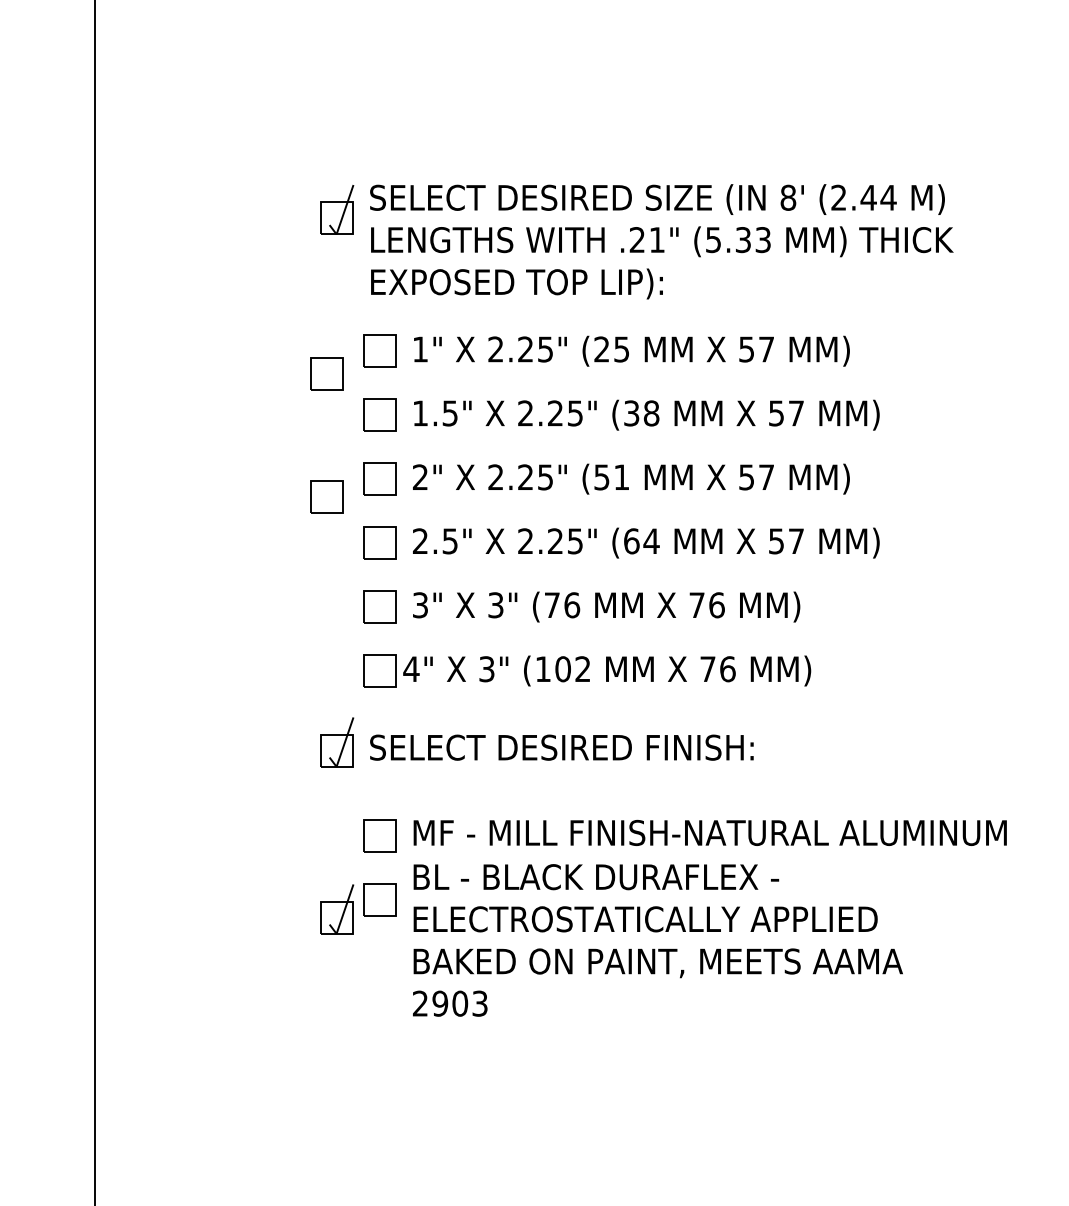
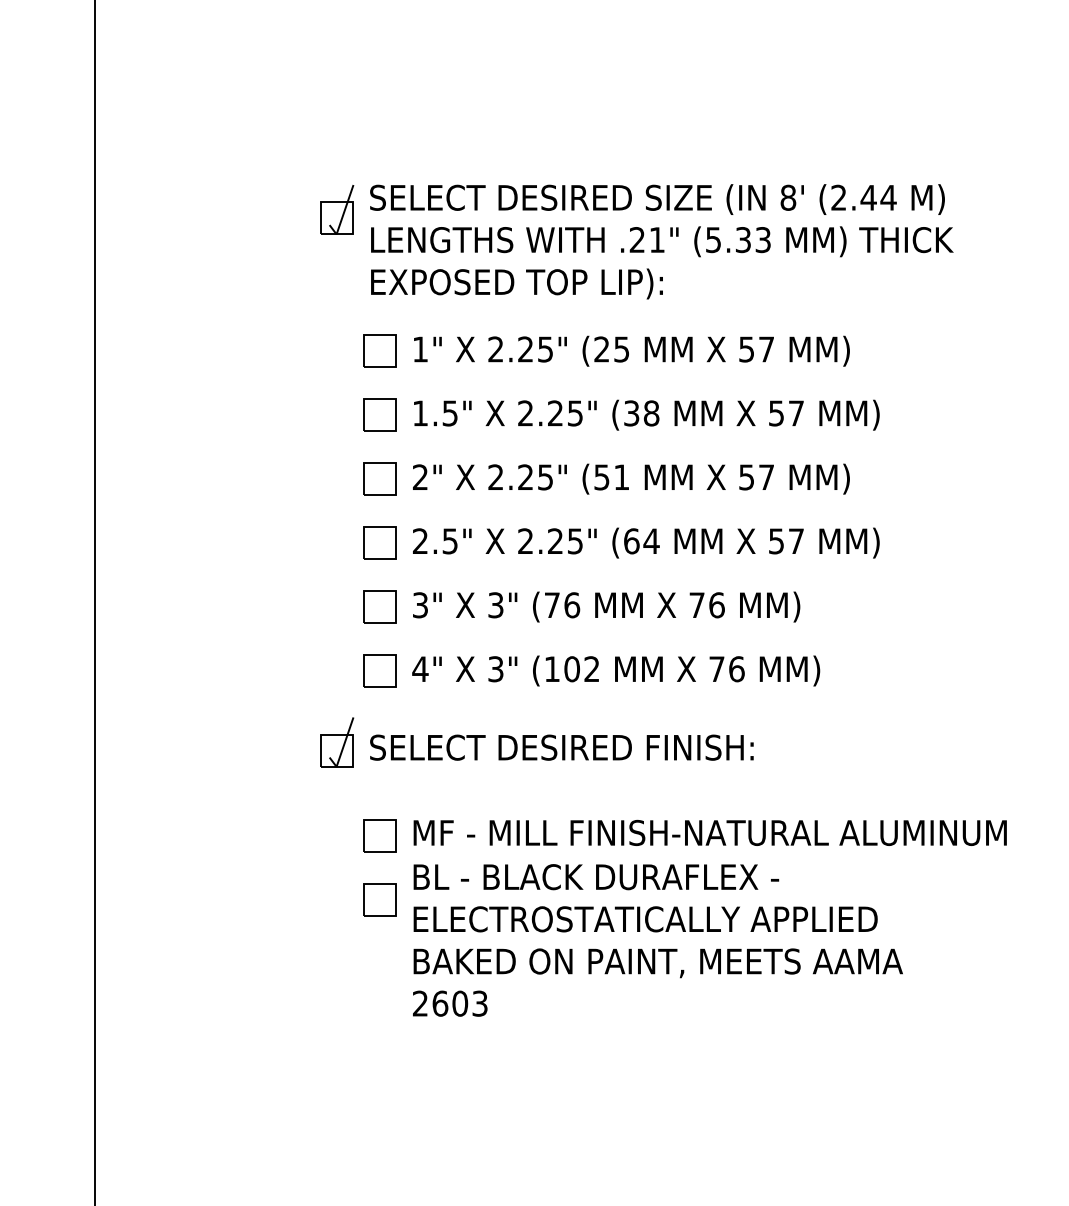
part at (326, 373): present -> none
part at (326, 496): present -> none
text at (607, 670) position: (607, 670) -> (616, 670)
part at (337, 909): present -> none
text at (440, 1003): 2903 -> 2603
